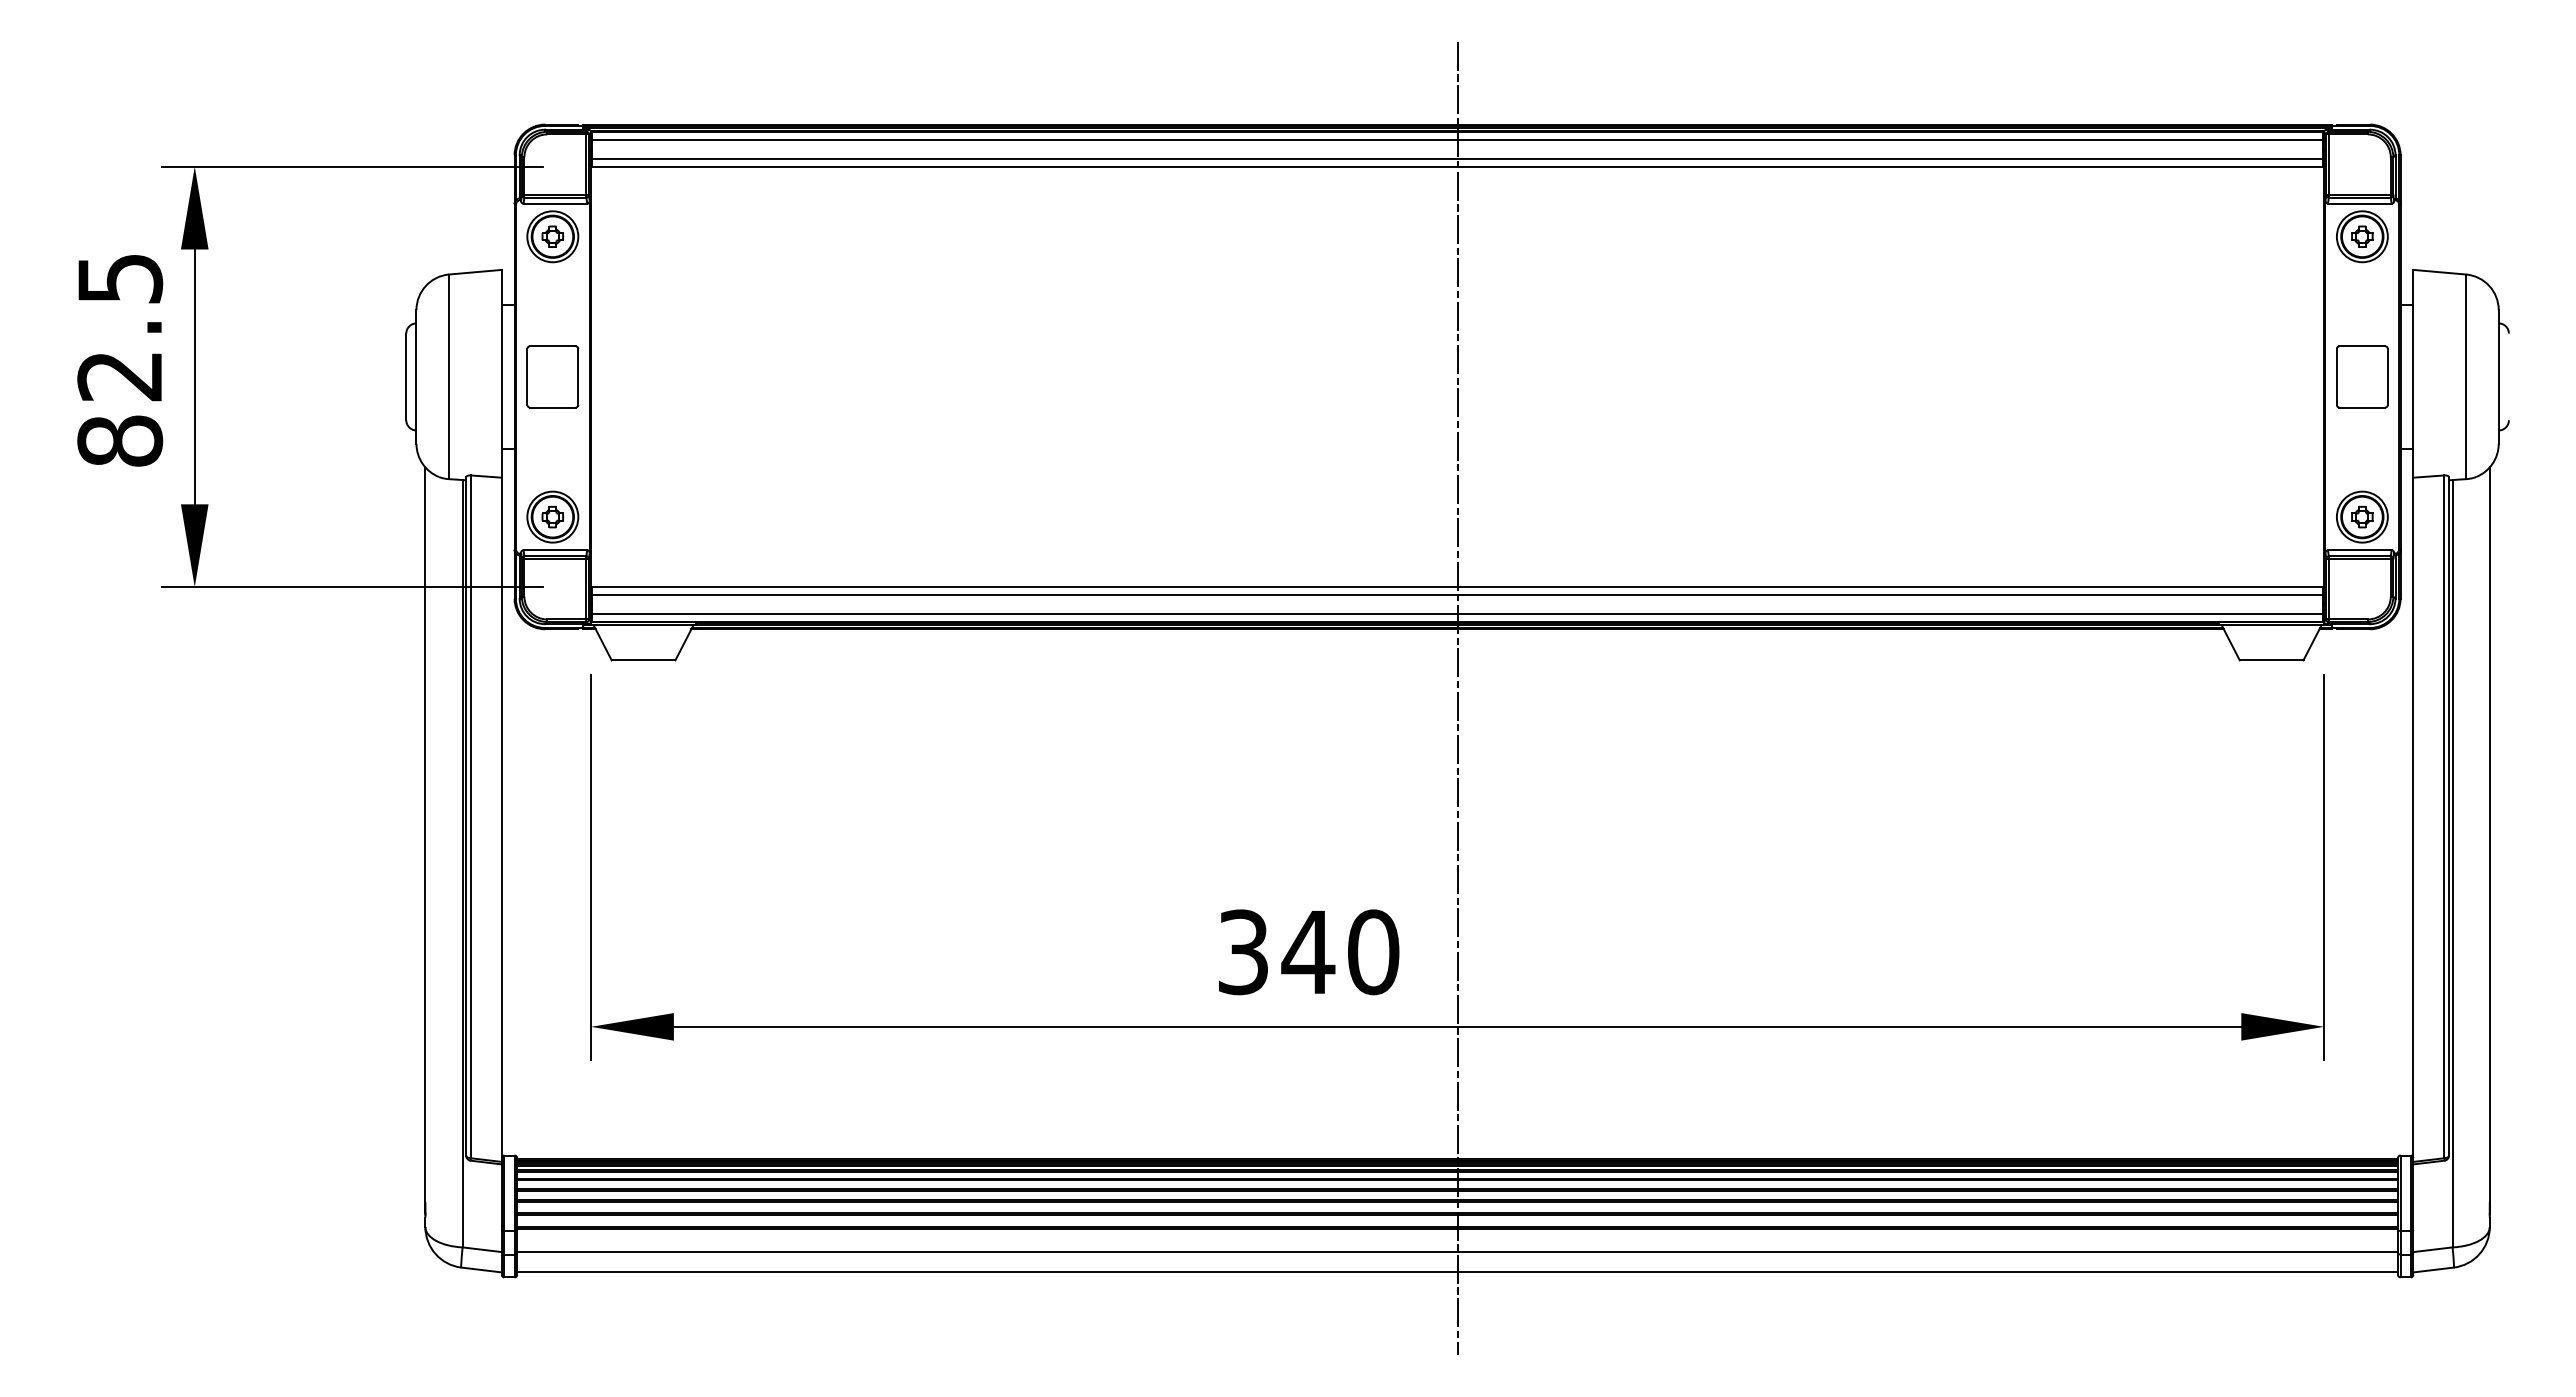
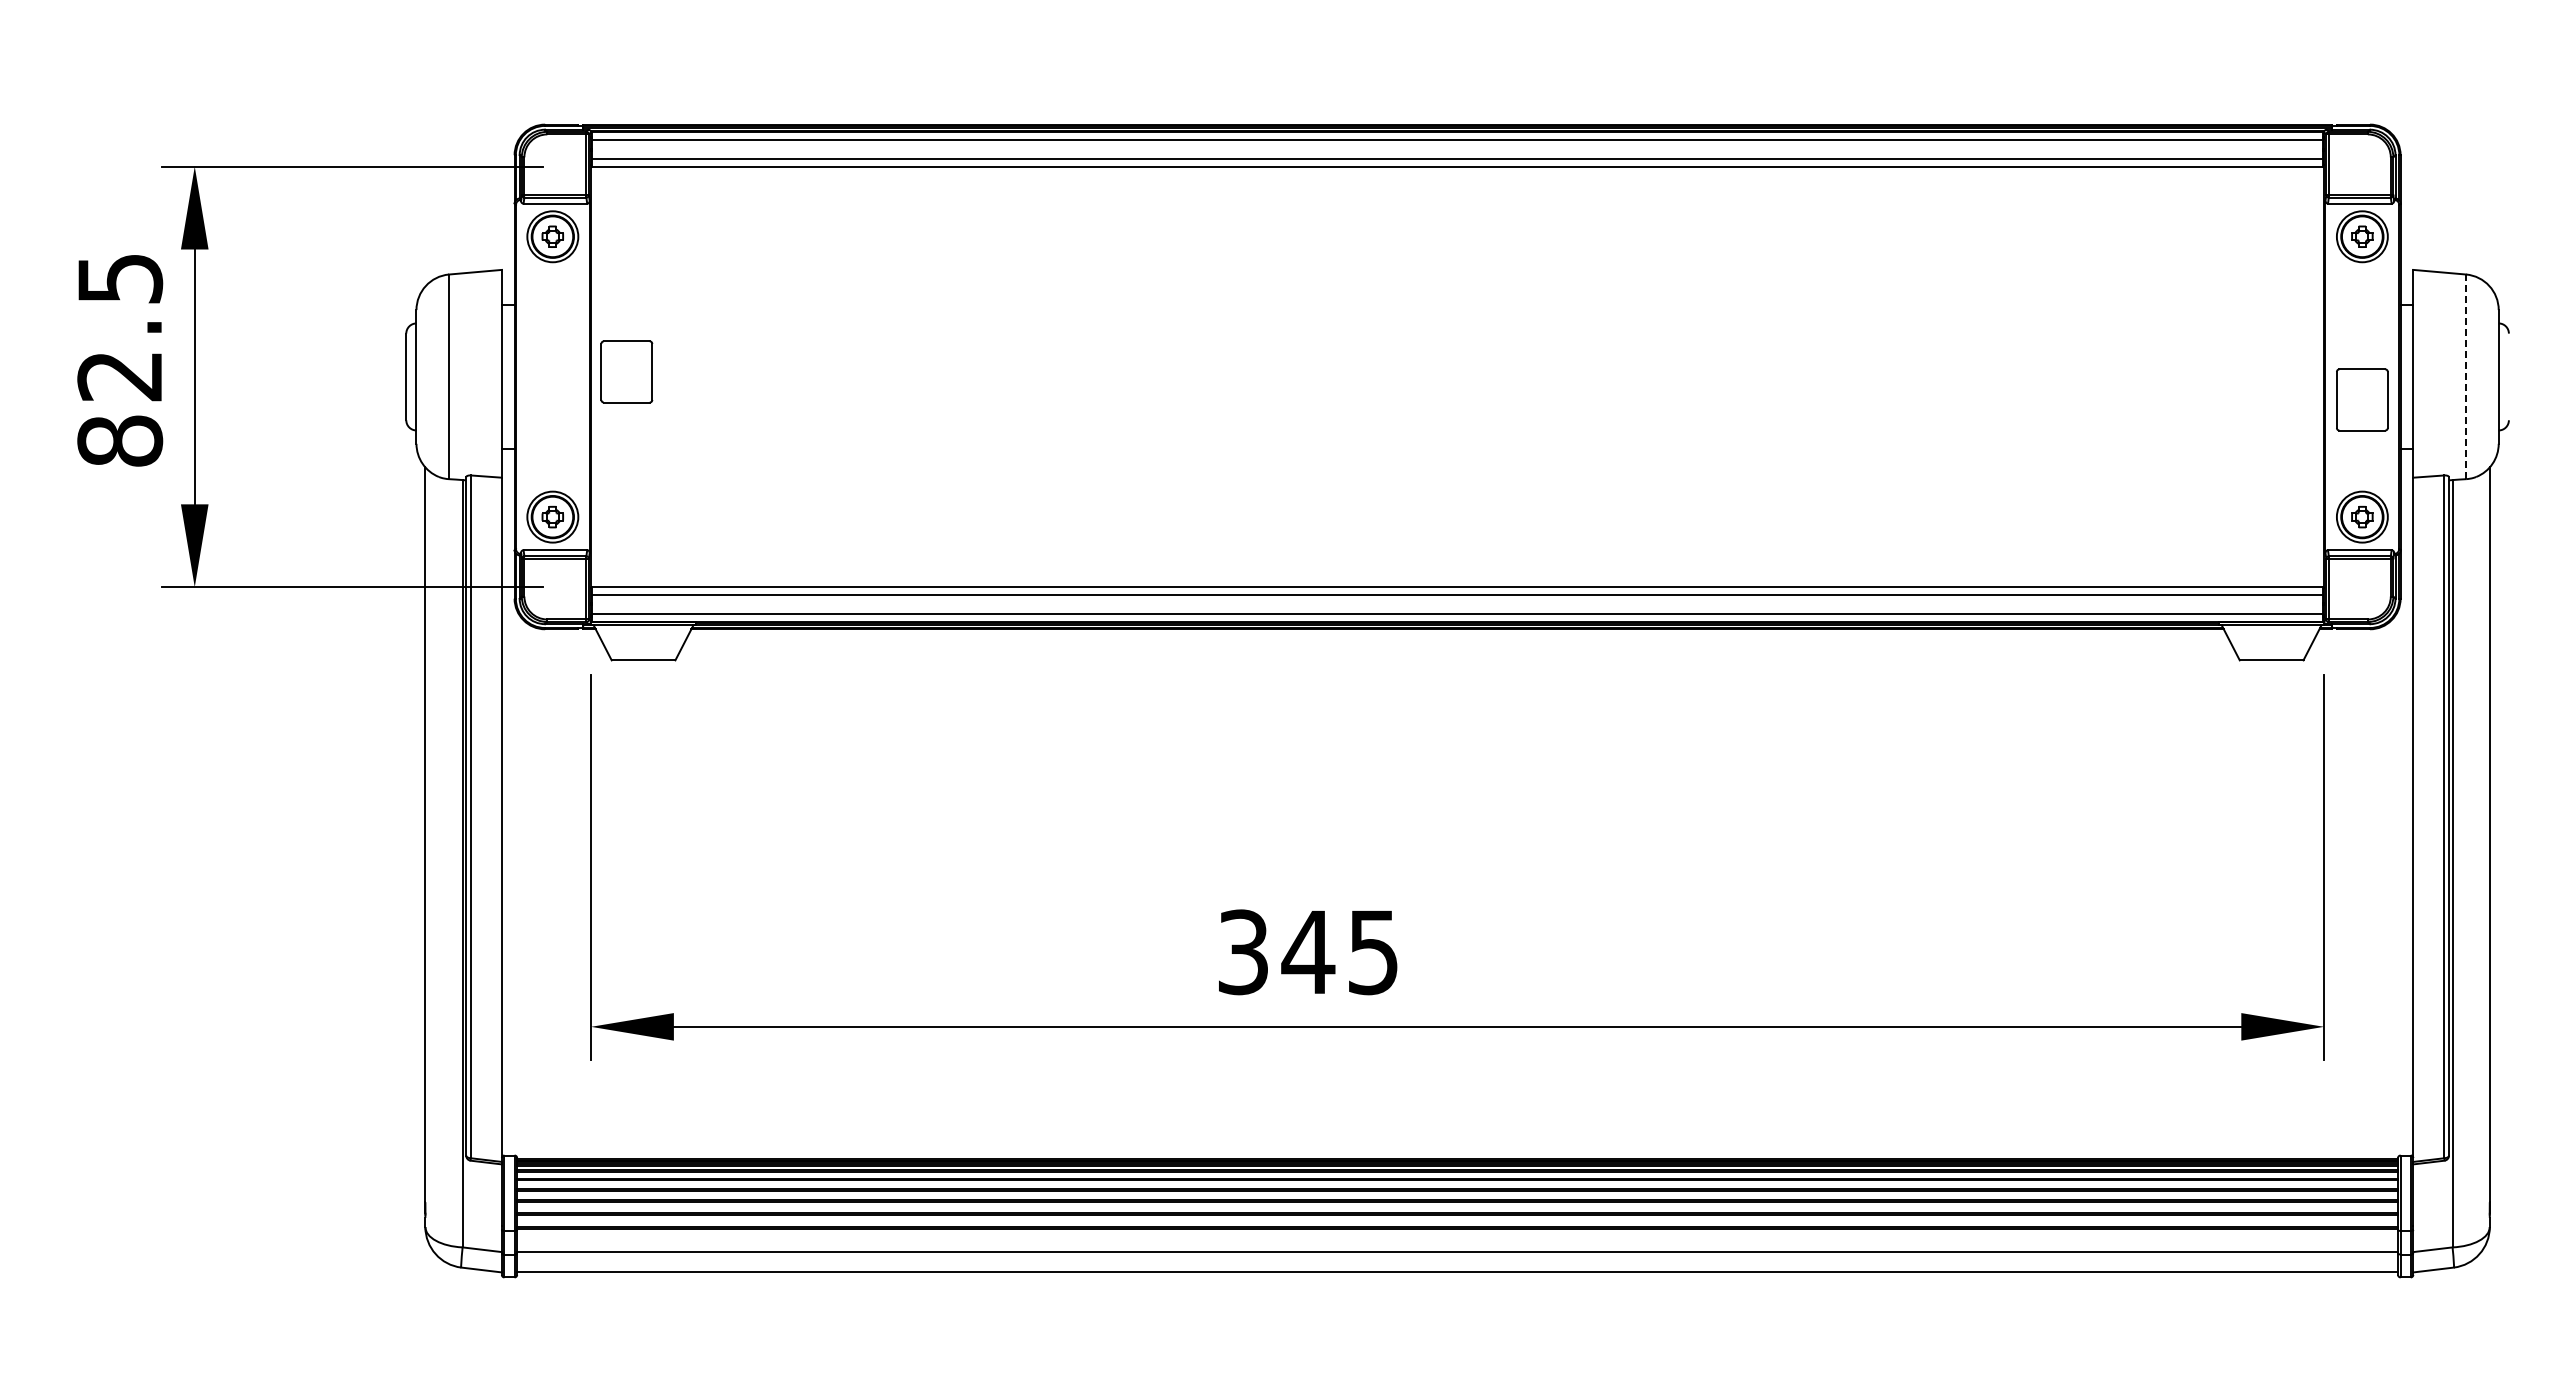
part at (552, 376) position: (552, 376) -> (626, 371)
part at (2362, 376) position: (2362, 376) -> (2362, 399)
line at (2466, 376): solid -> dashed
line at (1457, 698): present -> none
text at (1373, 952): 340 -> 345
